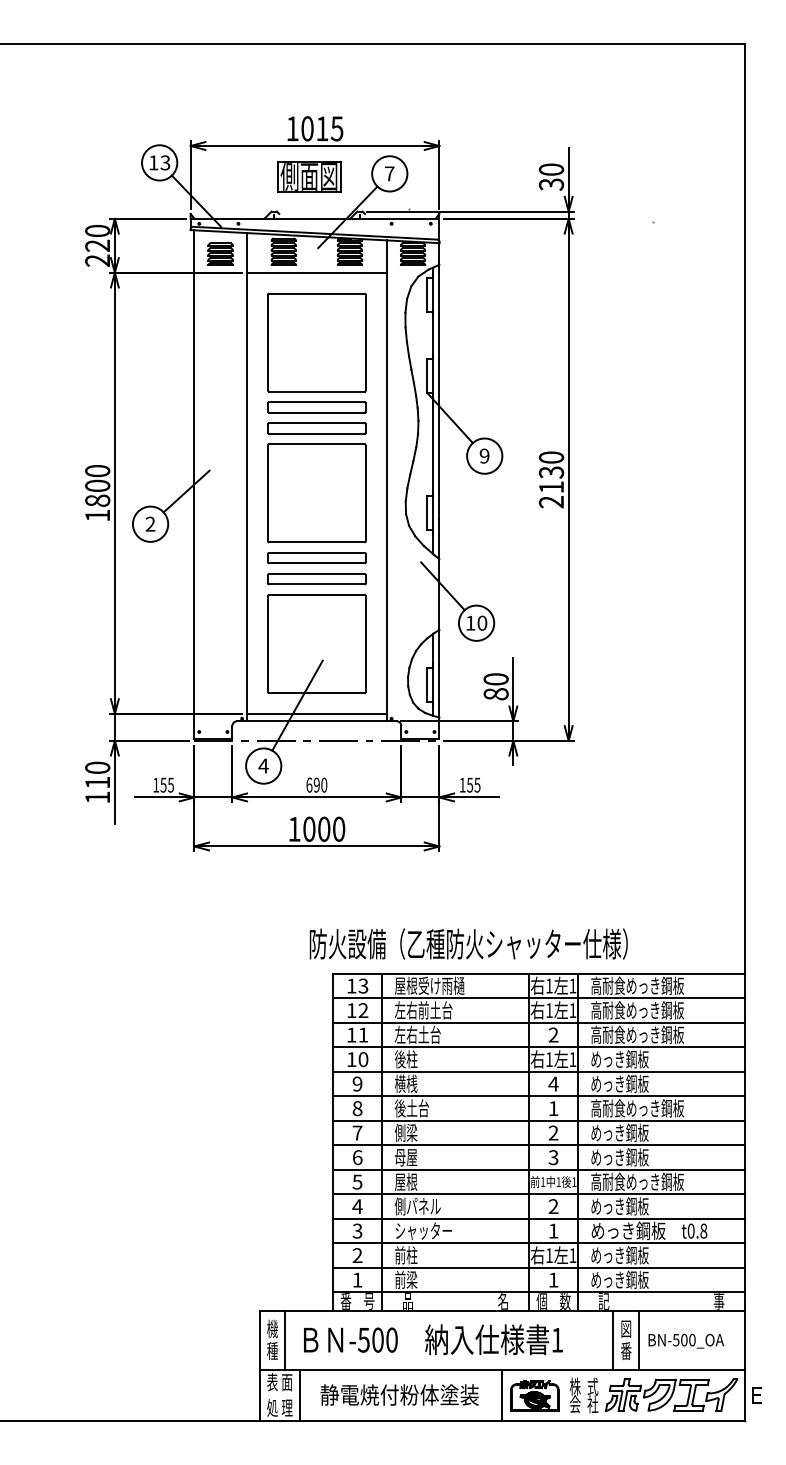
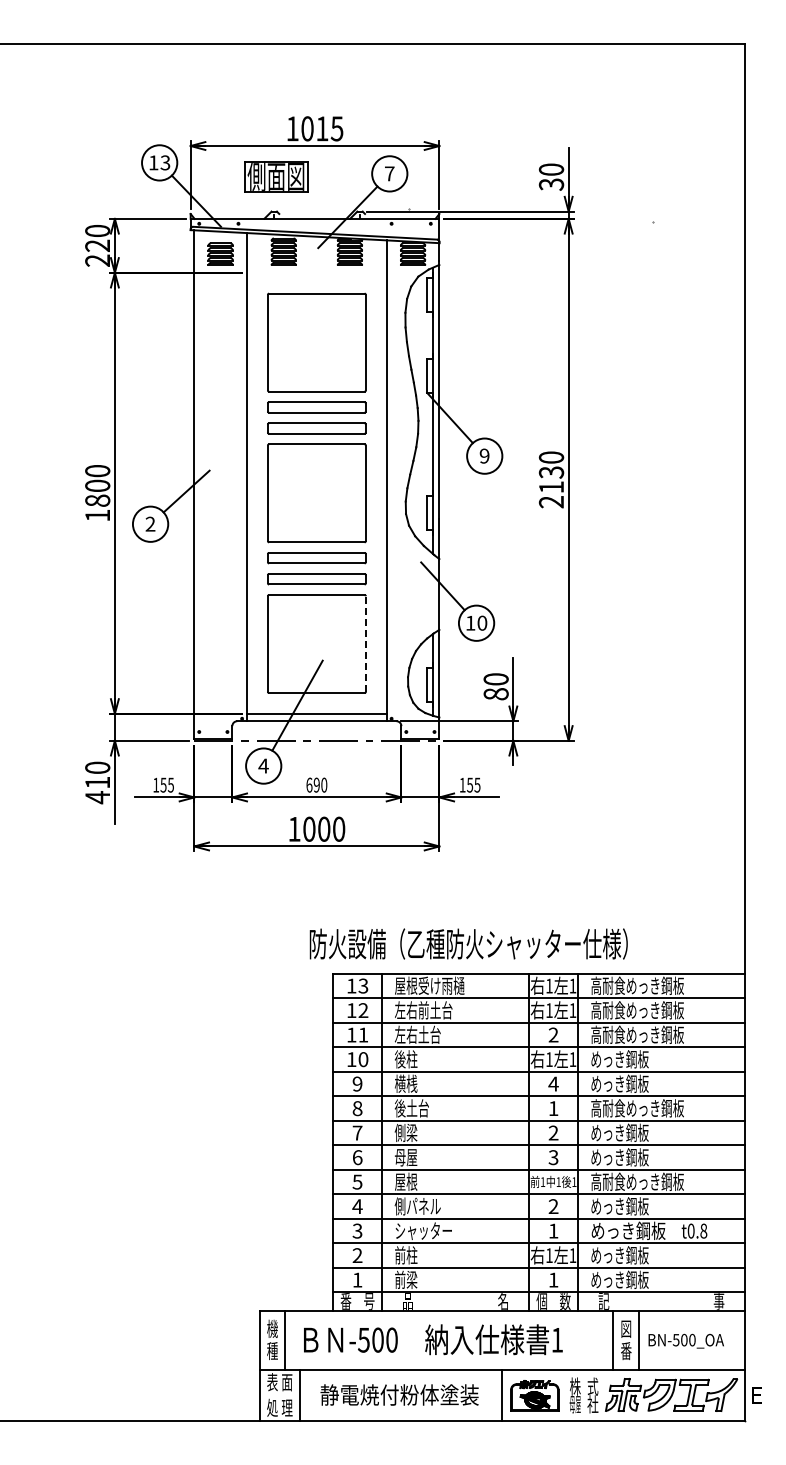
part at (309, 176) position: (309, 176) -> (276, 176)
line at (316, 272): present -> none
line at (365, 644): solid -> dashed
text at (97, 797): 110 -> 410
text at (574, 1404): 会 -> 母屋
